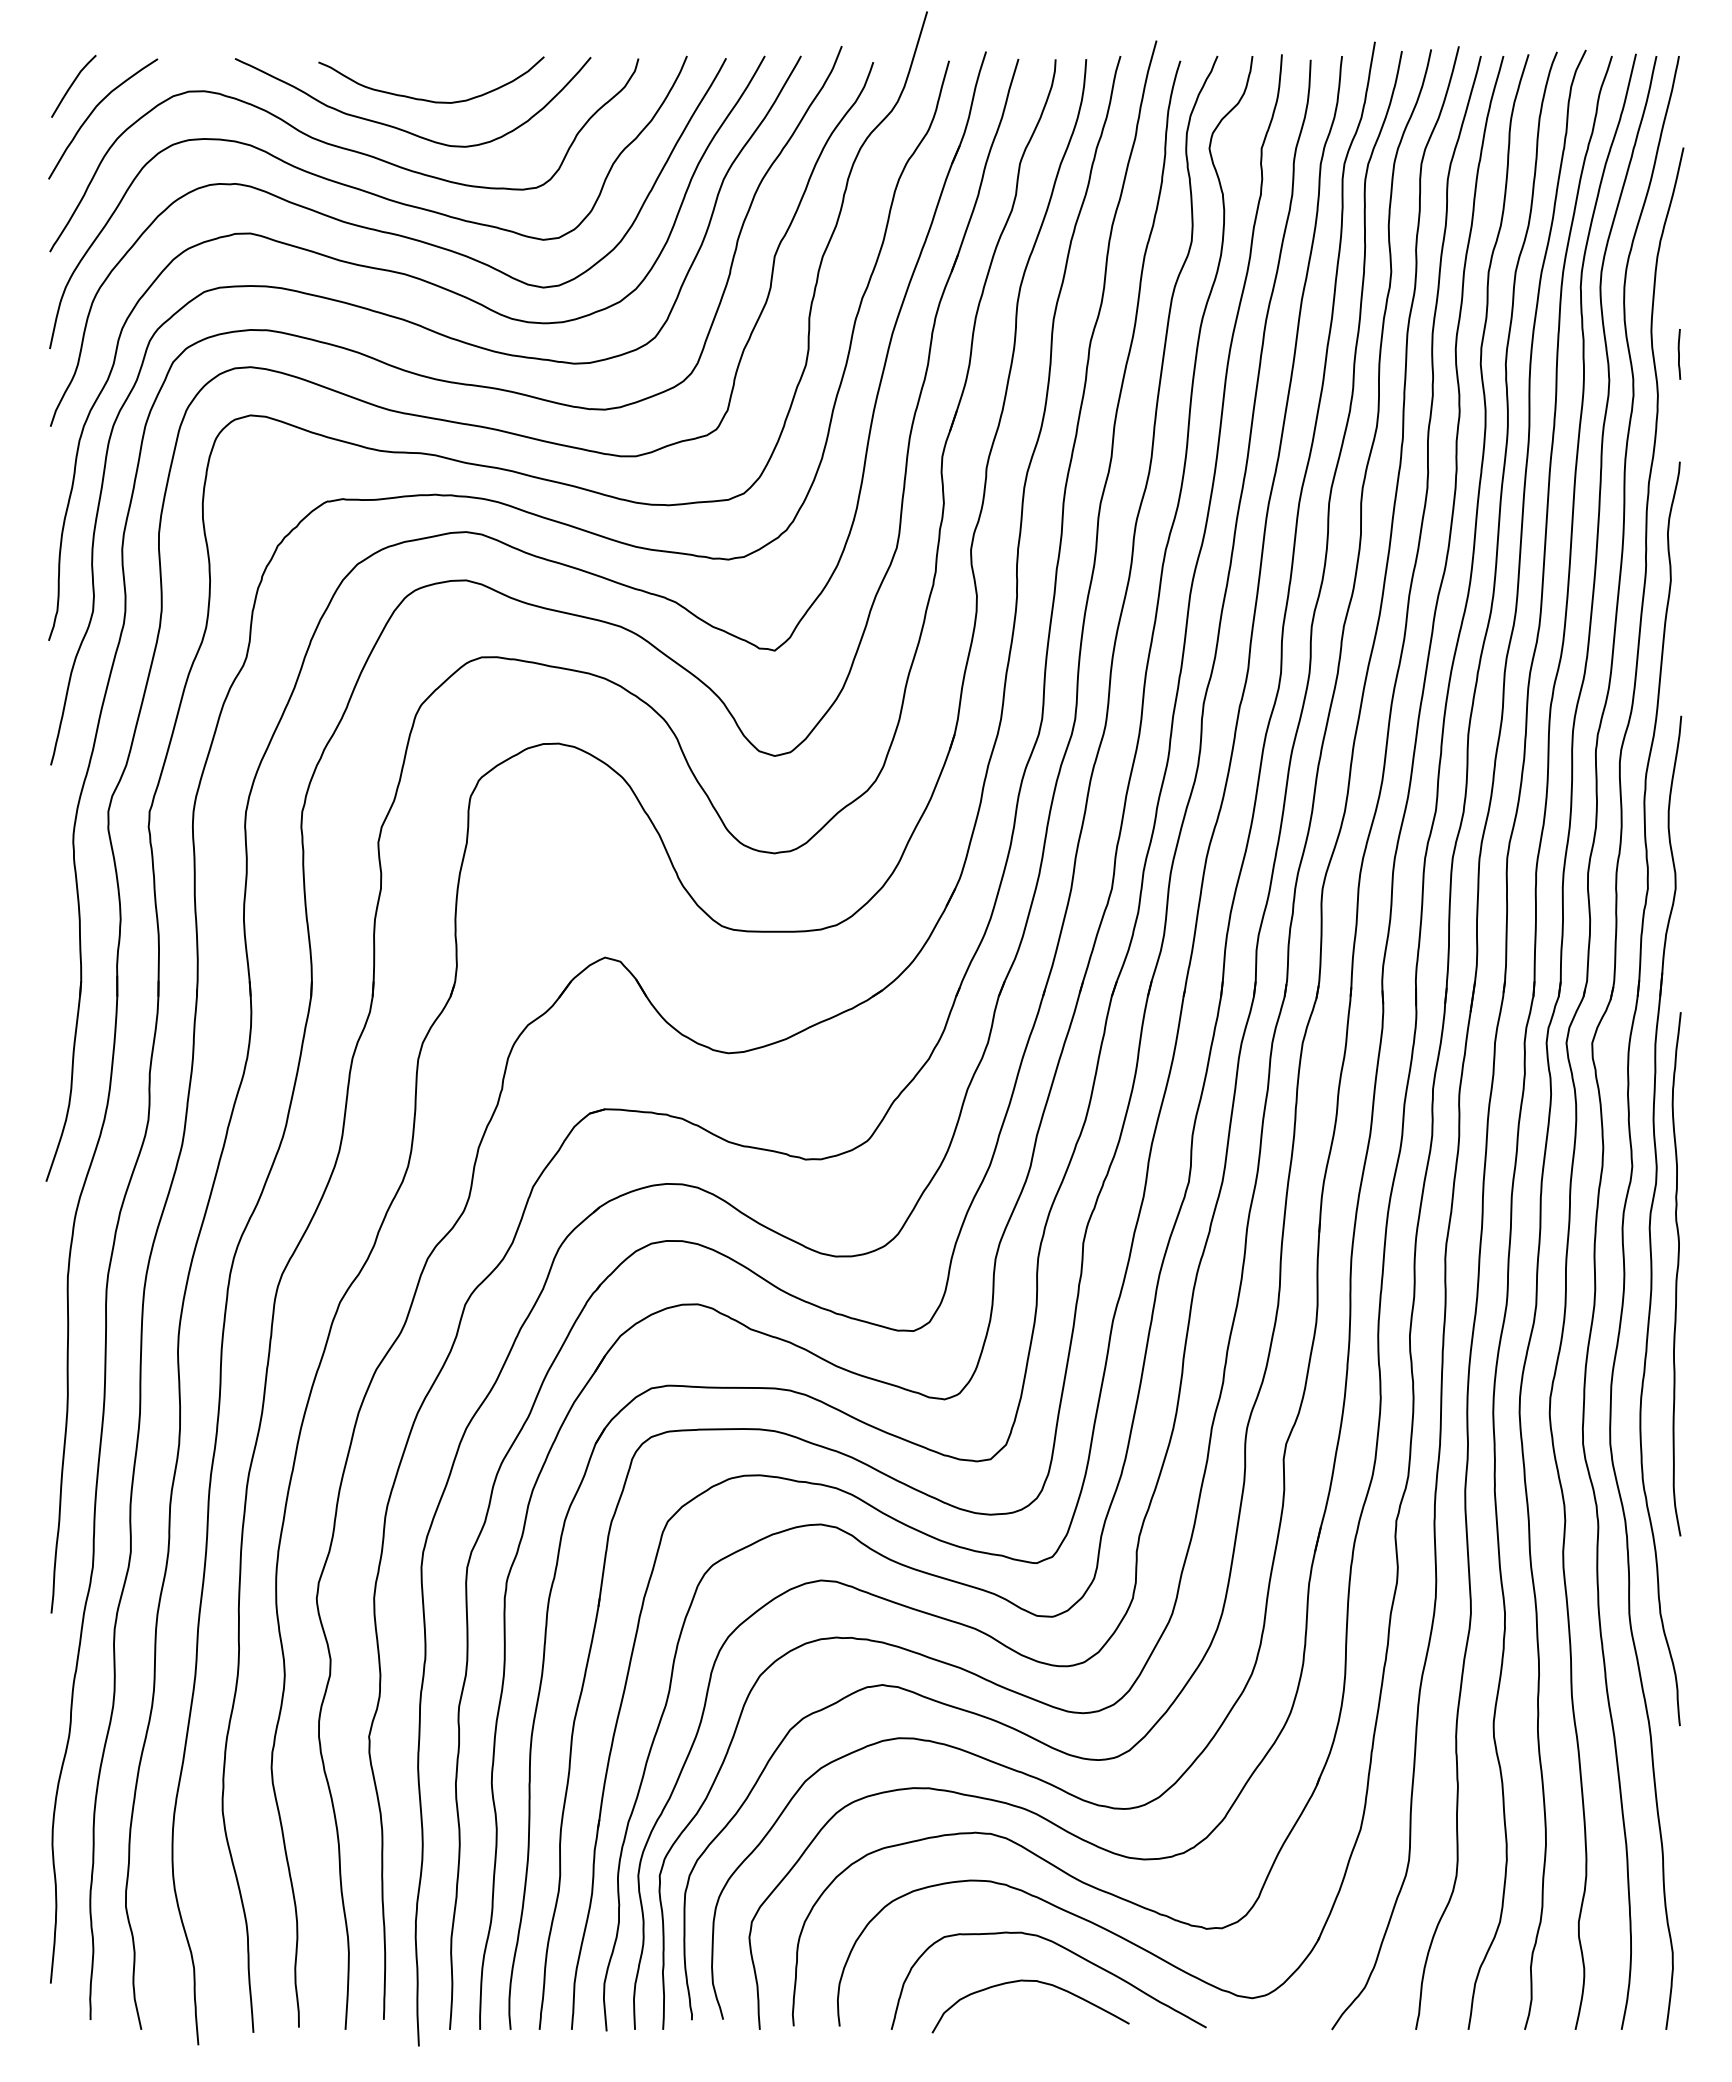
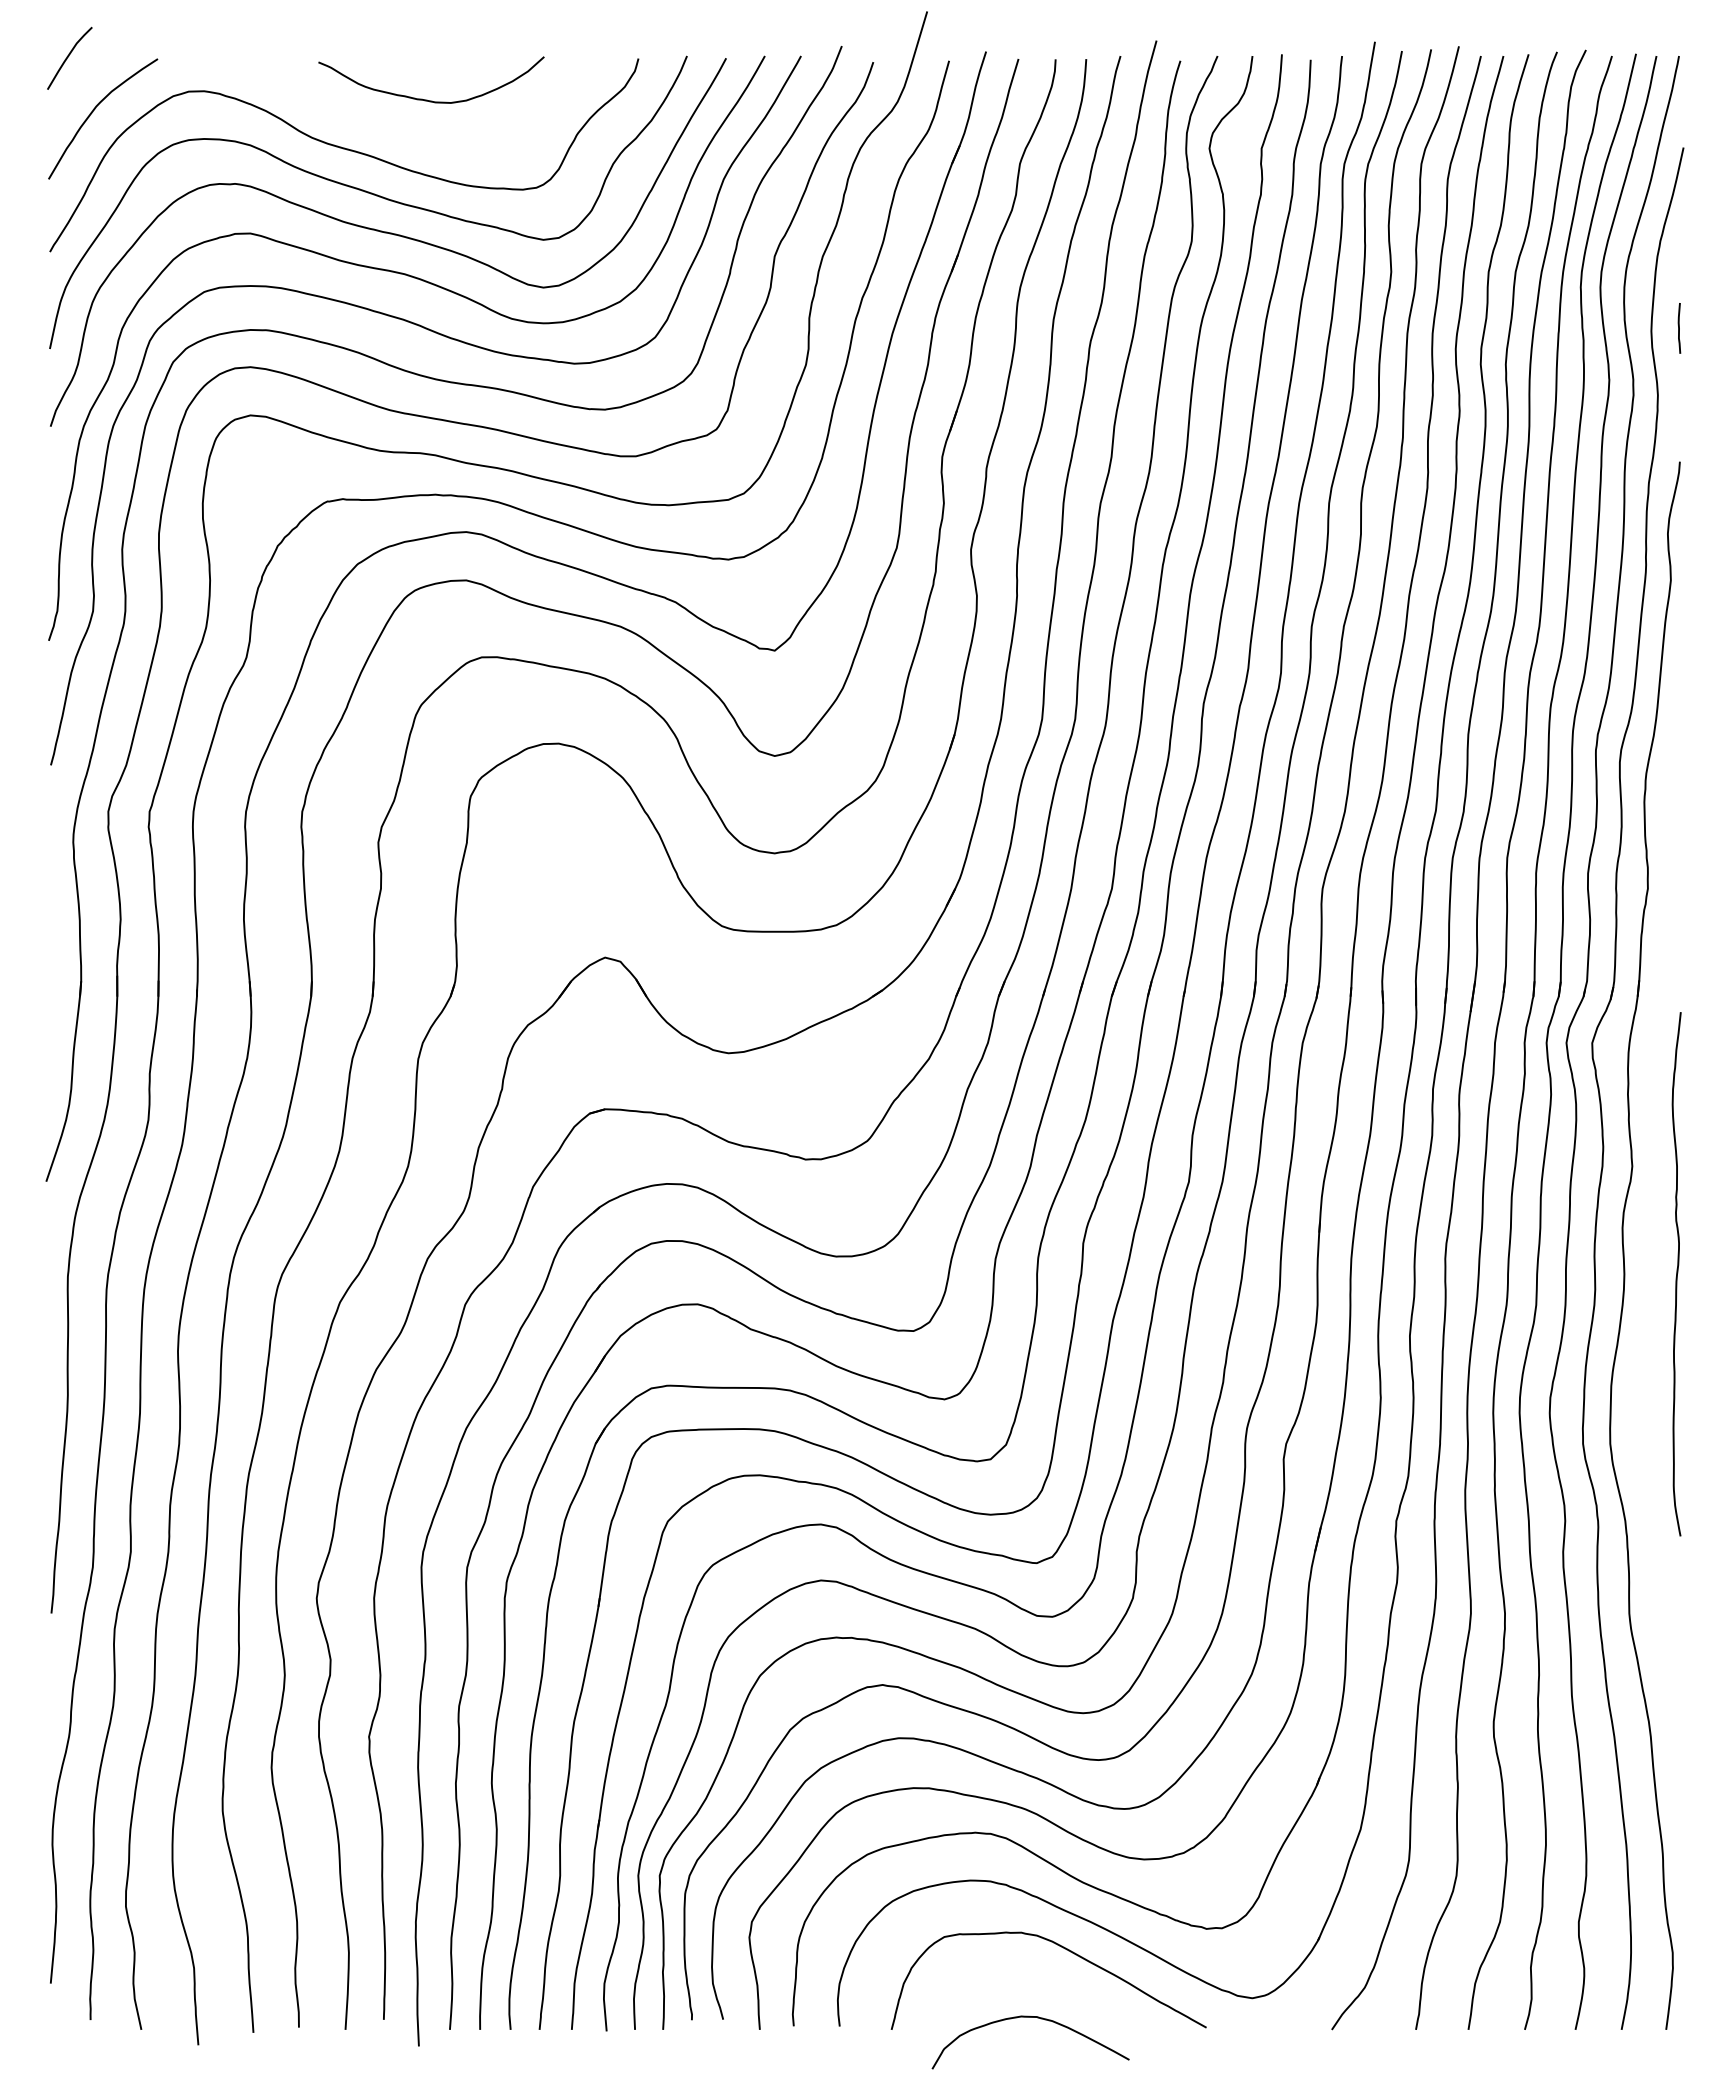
curve at (73, 84) position: (73, 84) -> (69, 56)
curve at (403, 129): present -> none
curve at (1679, 354) position: (1679, 354) -> (1679, 328)
part at (1651, 1219): present -> none
curve at (1030, 1981) position: (1030, 1981) -> (1030, 2017)
